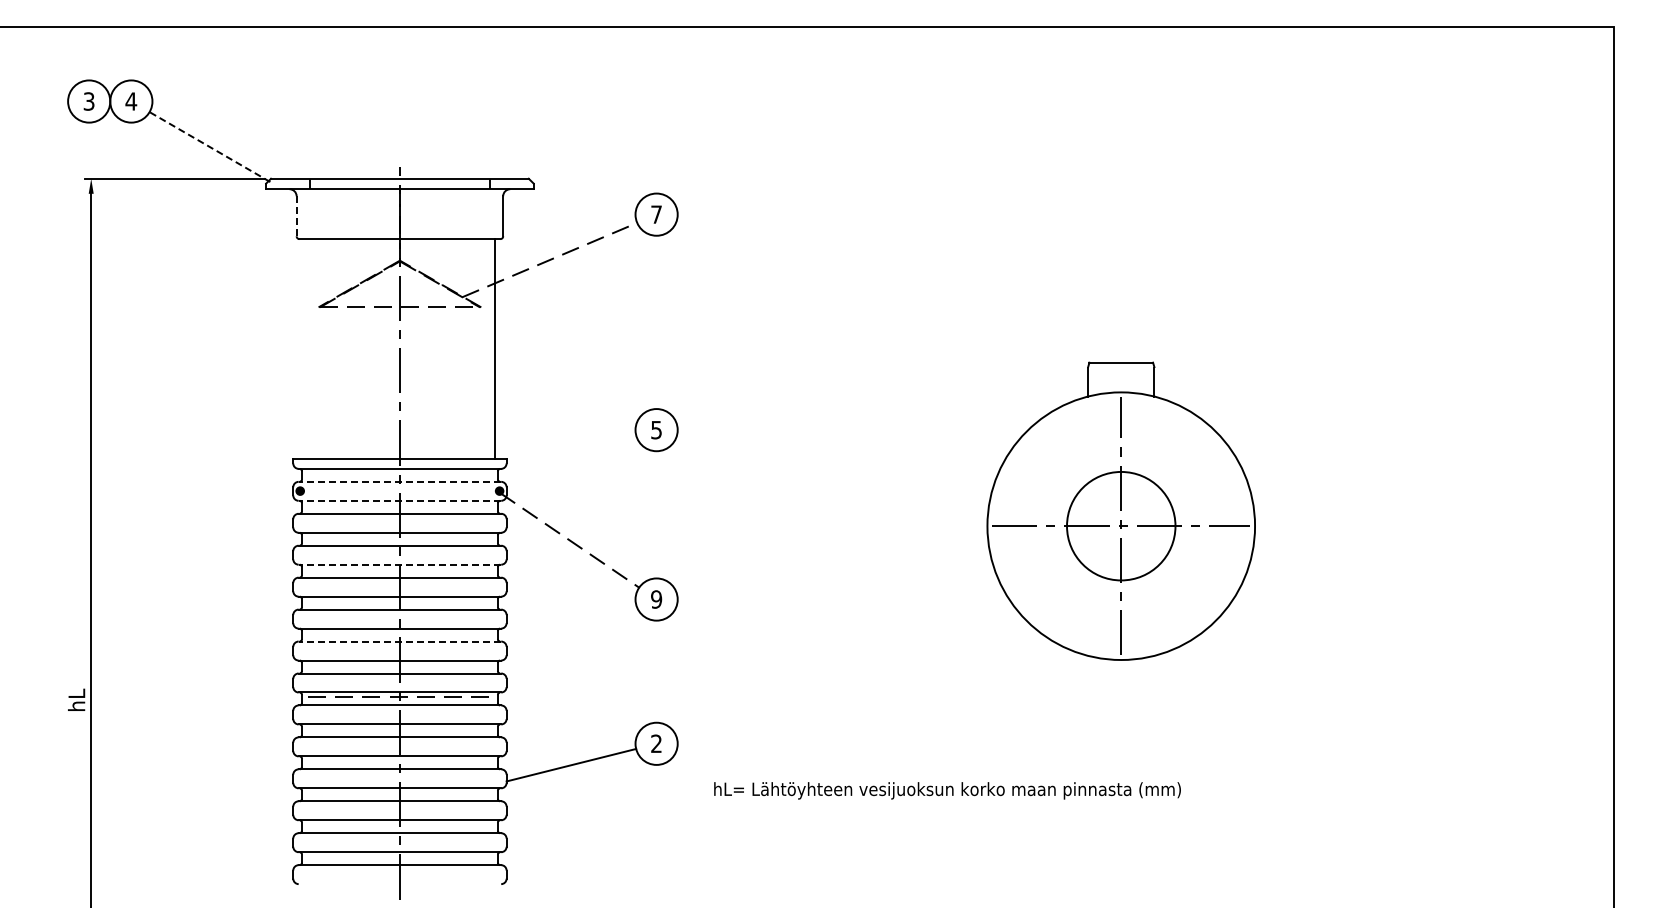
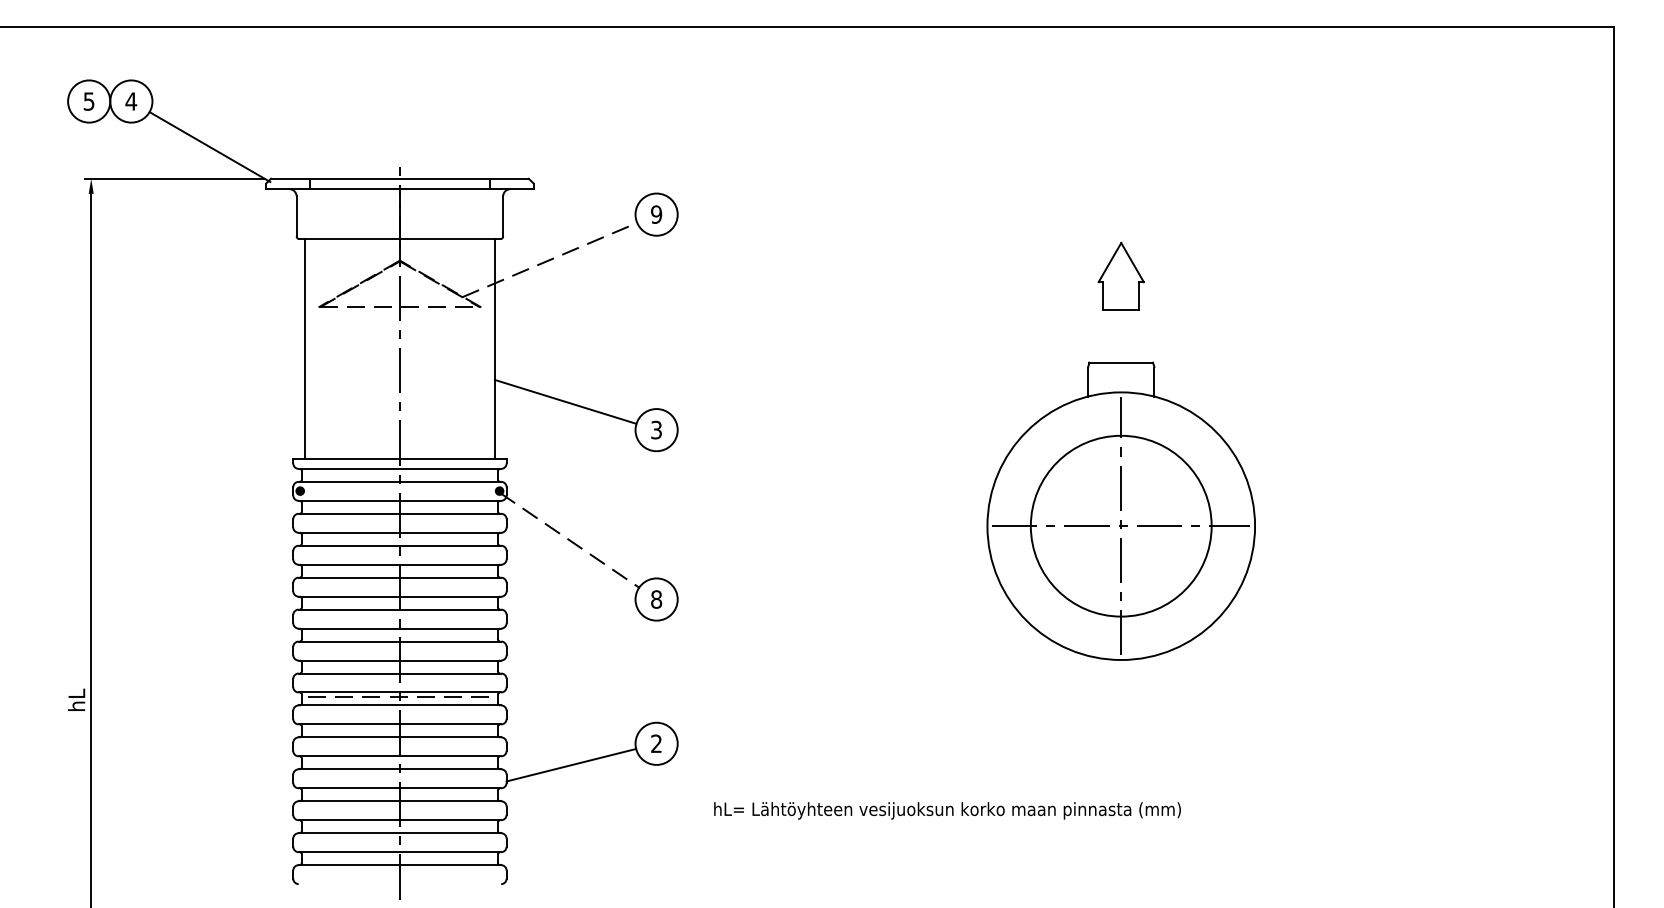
text at (89, 101): 3 -> 5
line at (210, 147): dashed -> solid
text at (656, 214): 7 -> 9
line at (296, 216): dashed -> solid
part at (1120, 276): none -> present
line at (305, 349): none -> present
line at (565, 401): none -> present
text at (656, 429): 5 -> 3
line at (399, 481): dashed -> solid
line at (399, 500): dashed -> solid
circle at (1121, 525) diameter: 108 px -> 181 px
line at (399, 564): dashed -> solid
text at (656, 599): 9 -> 8
line at (399, 641): dashed -> solid
text at (947, 790) position: (947, 790) -> (947, 810)
